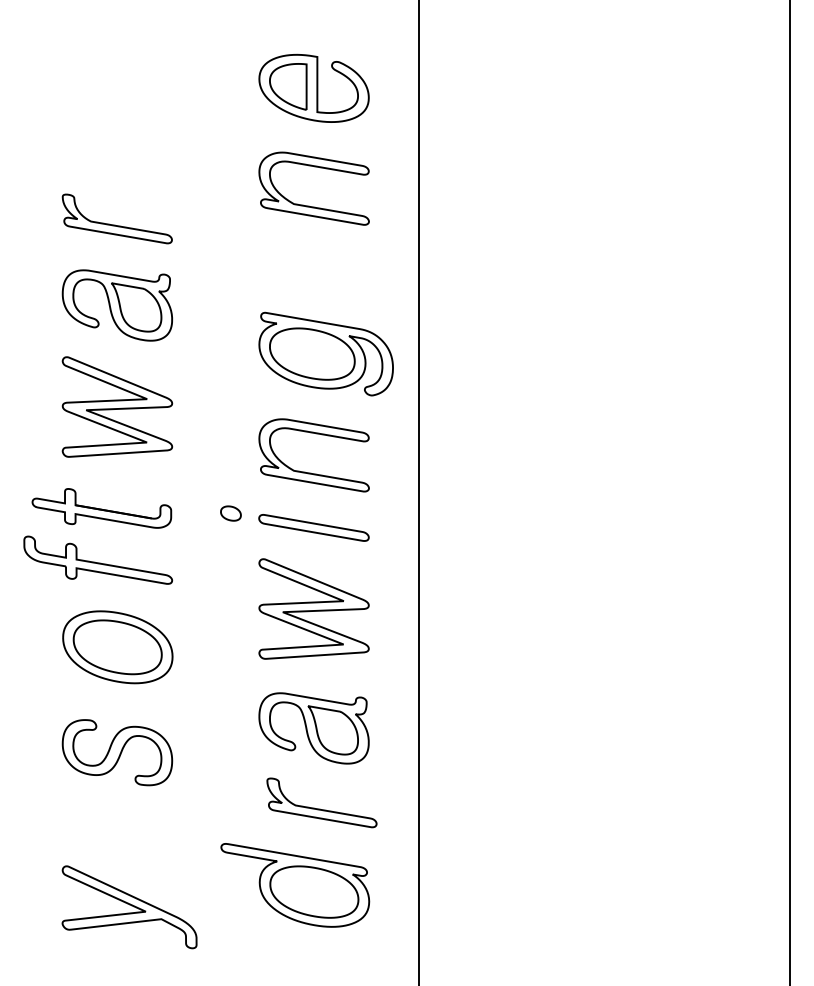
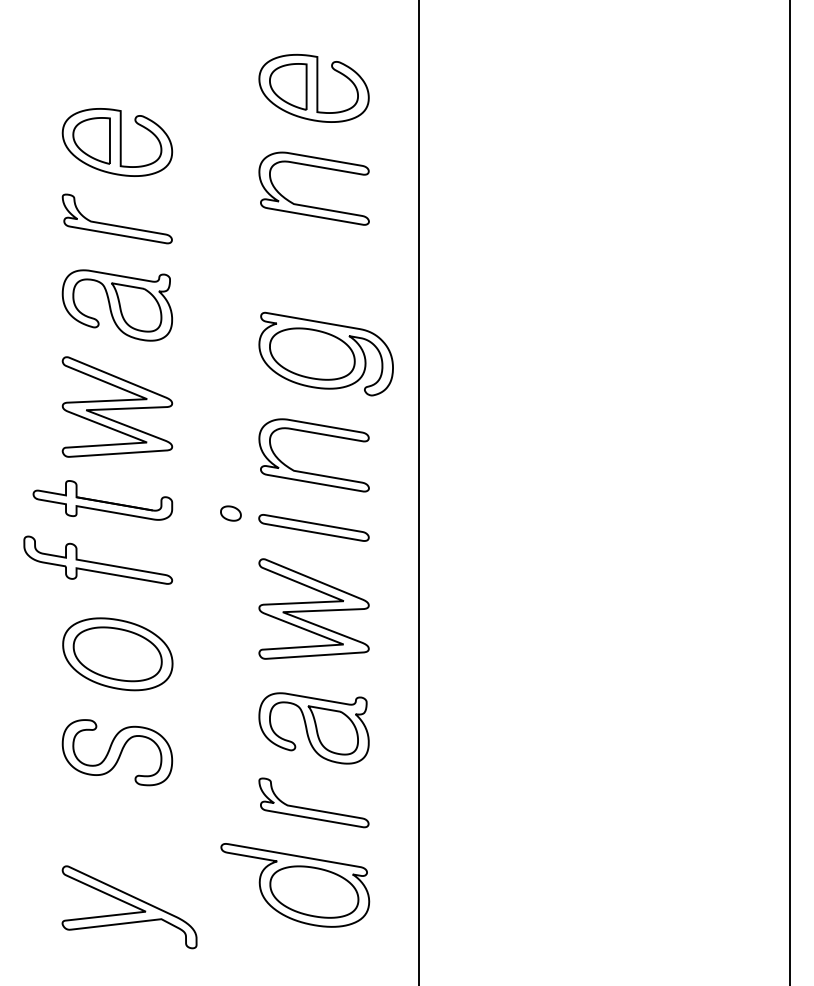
part at (117, 142): none -> present
part at (101, 508) position: (101, 508) -> (102, 500)
part at (117, 647) position: (117, 647) -> (117, 654)
part at (320, 808) position: (320, 808) -> (312, 808)
